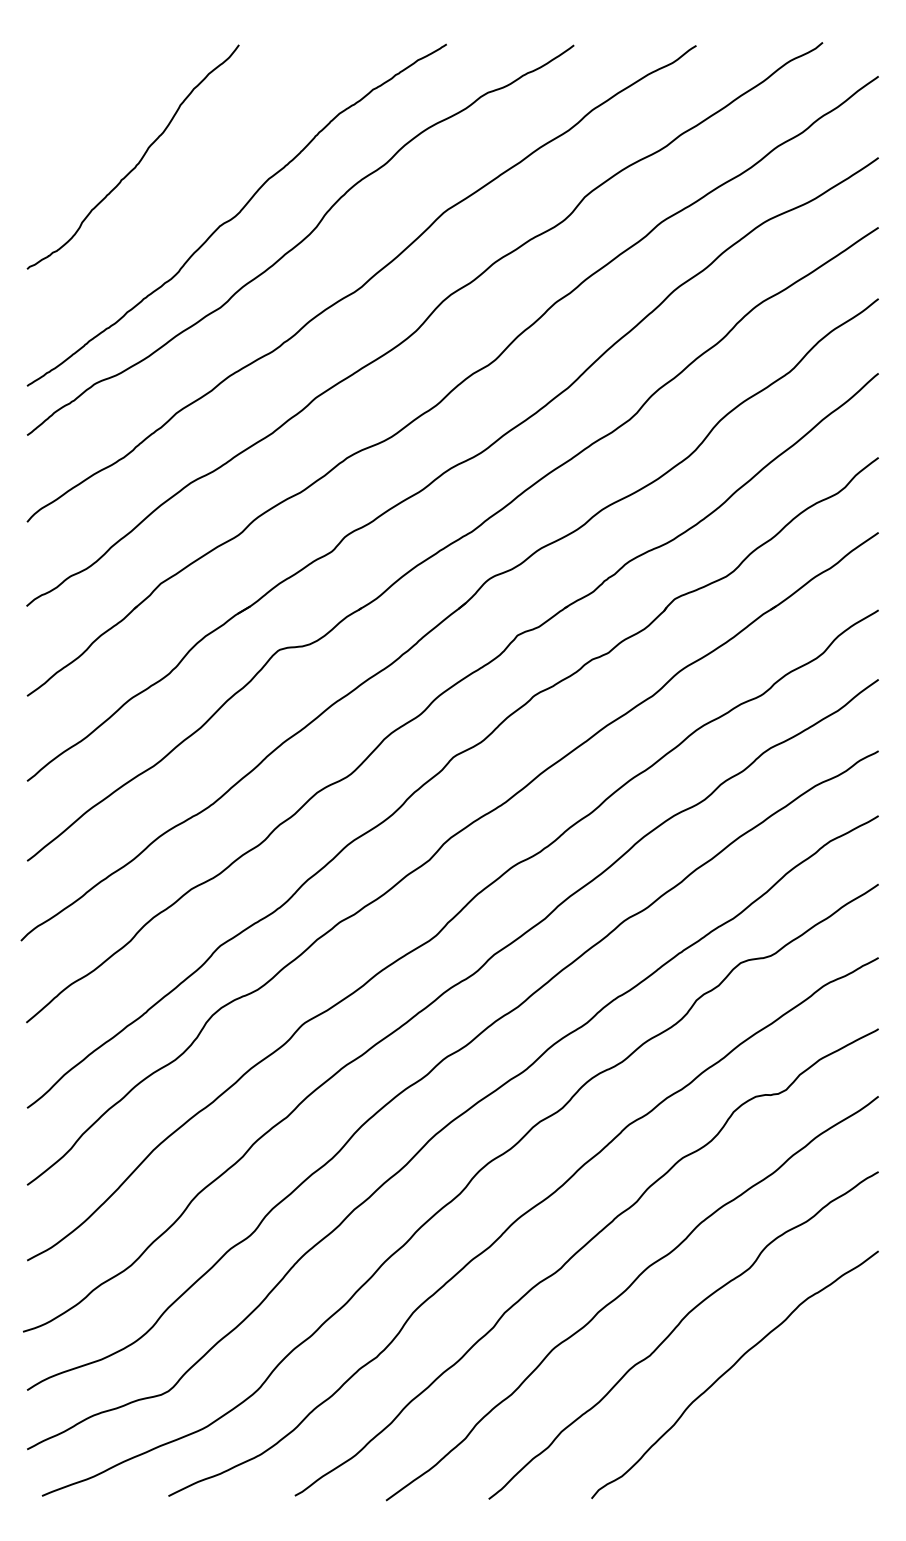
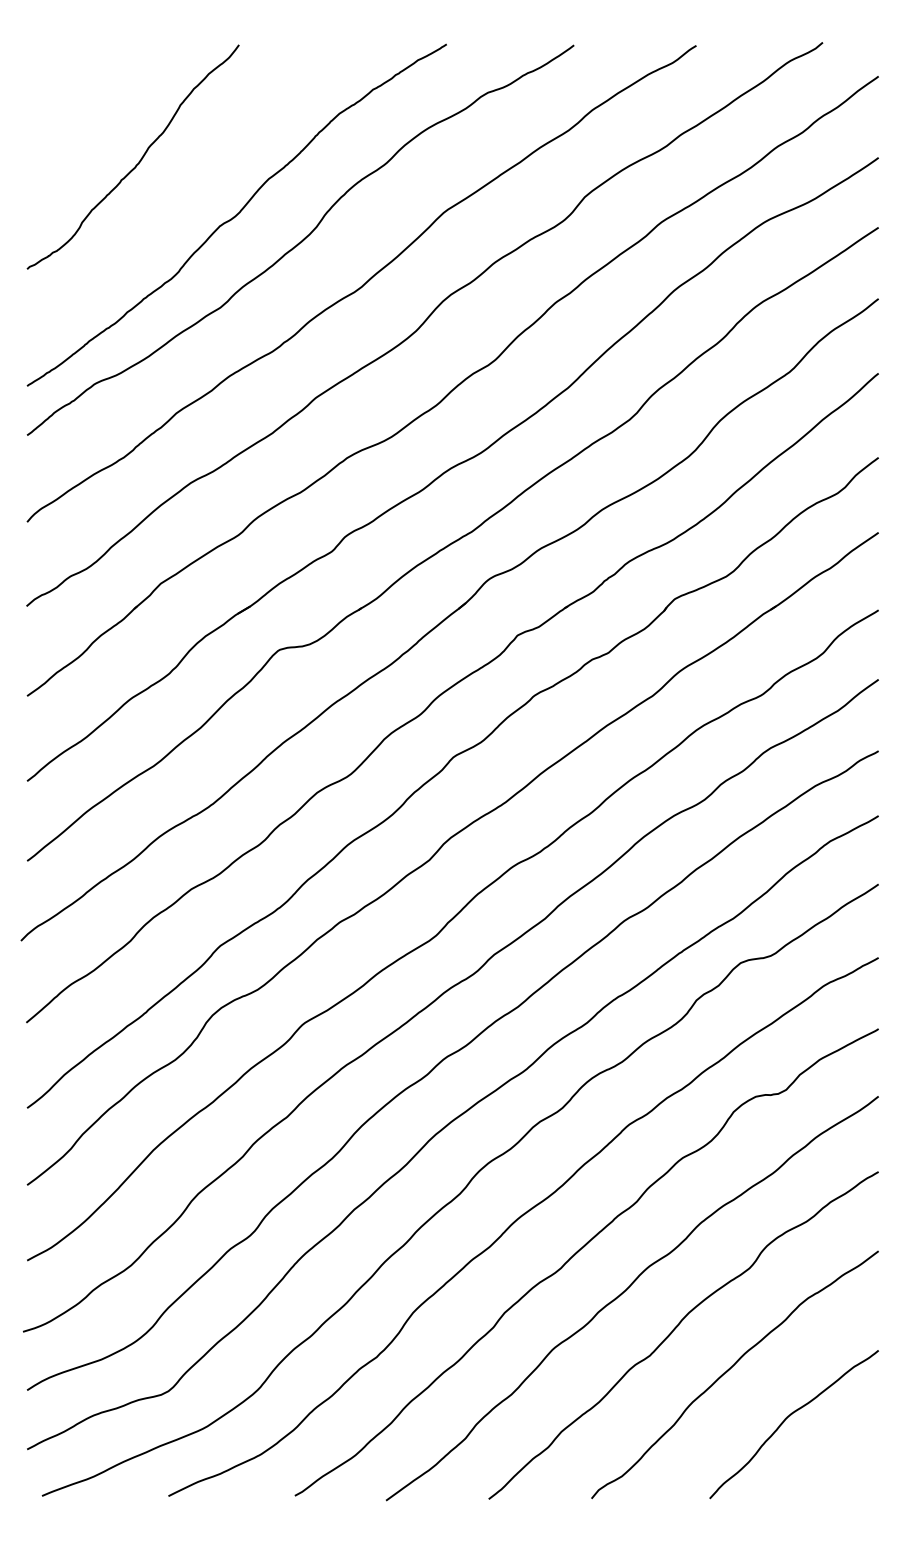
curve at (787, 1418): none -> present
